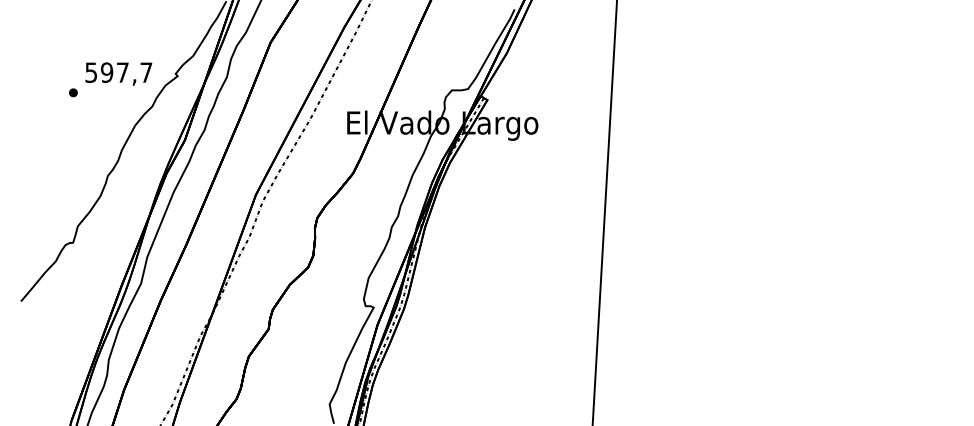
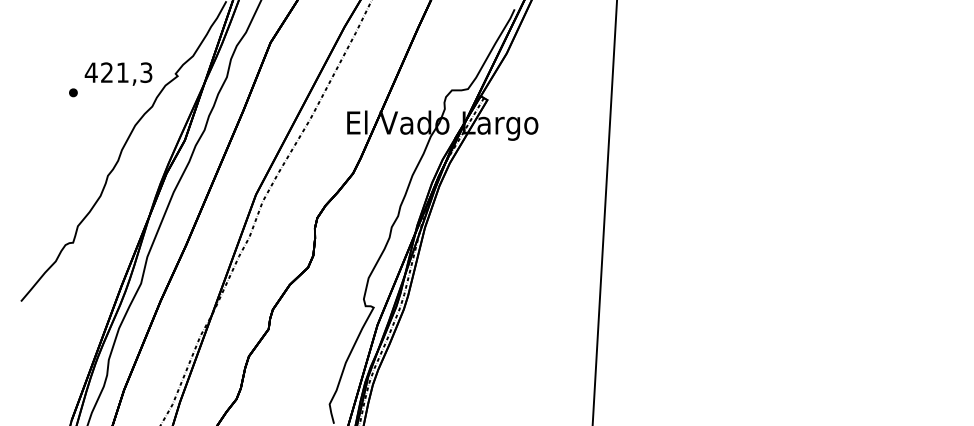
text at (118, 72): 597,7 -> 421,3
